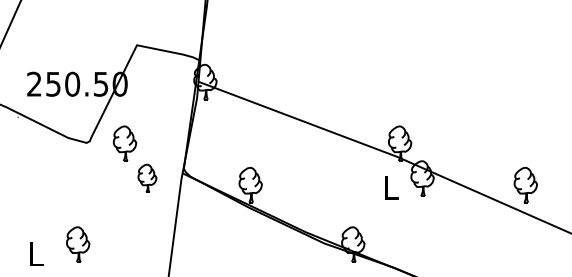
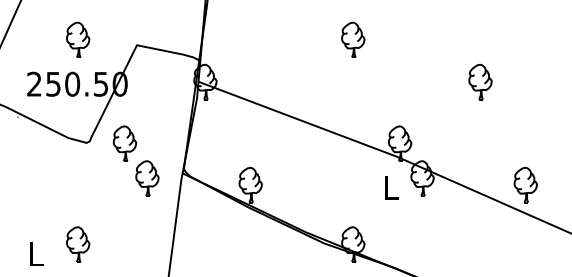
part at (78, 39): none -> present
part at (353, 39): none -> present
part at (480, 81): none -> present
part at (147, 177) size: 21x30 px -> 25x37 px
